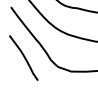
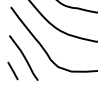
line at (12, 70): none -> present
